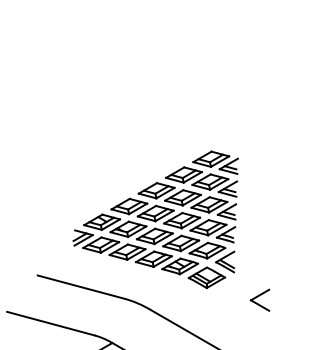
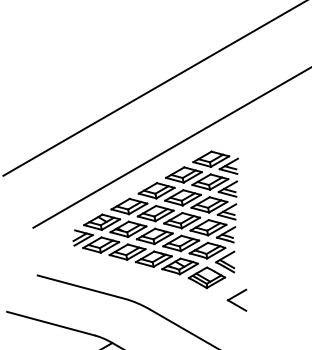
line at (153, 88): none -> present
line at (170, 147): none -> present
part at (259, 299) position: (259, 299) -> (236, 299)
